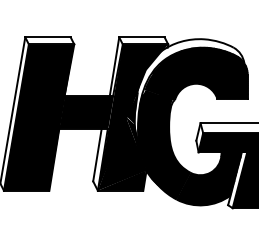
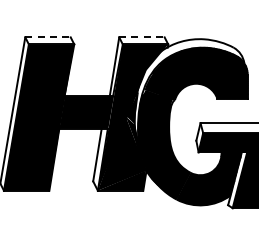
line at (48, 37): solid -> dashed
line at (141, 37): solid -> dashed
